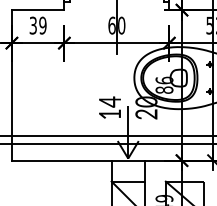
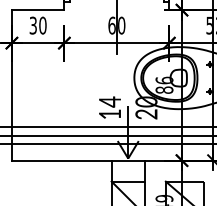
text at (42, 25): 39 -> 30
line at (107, 126): none -> present
